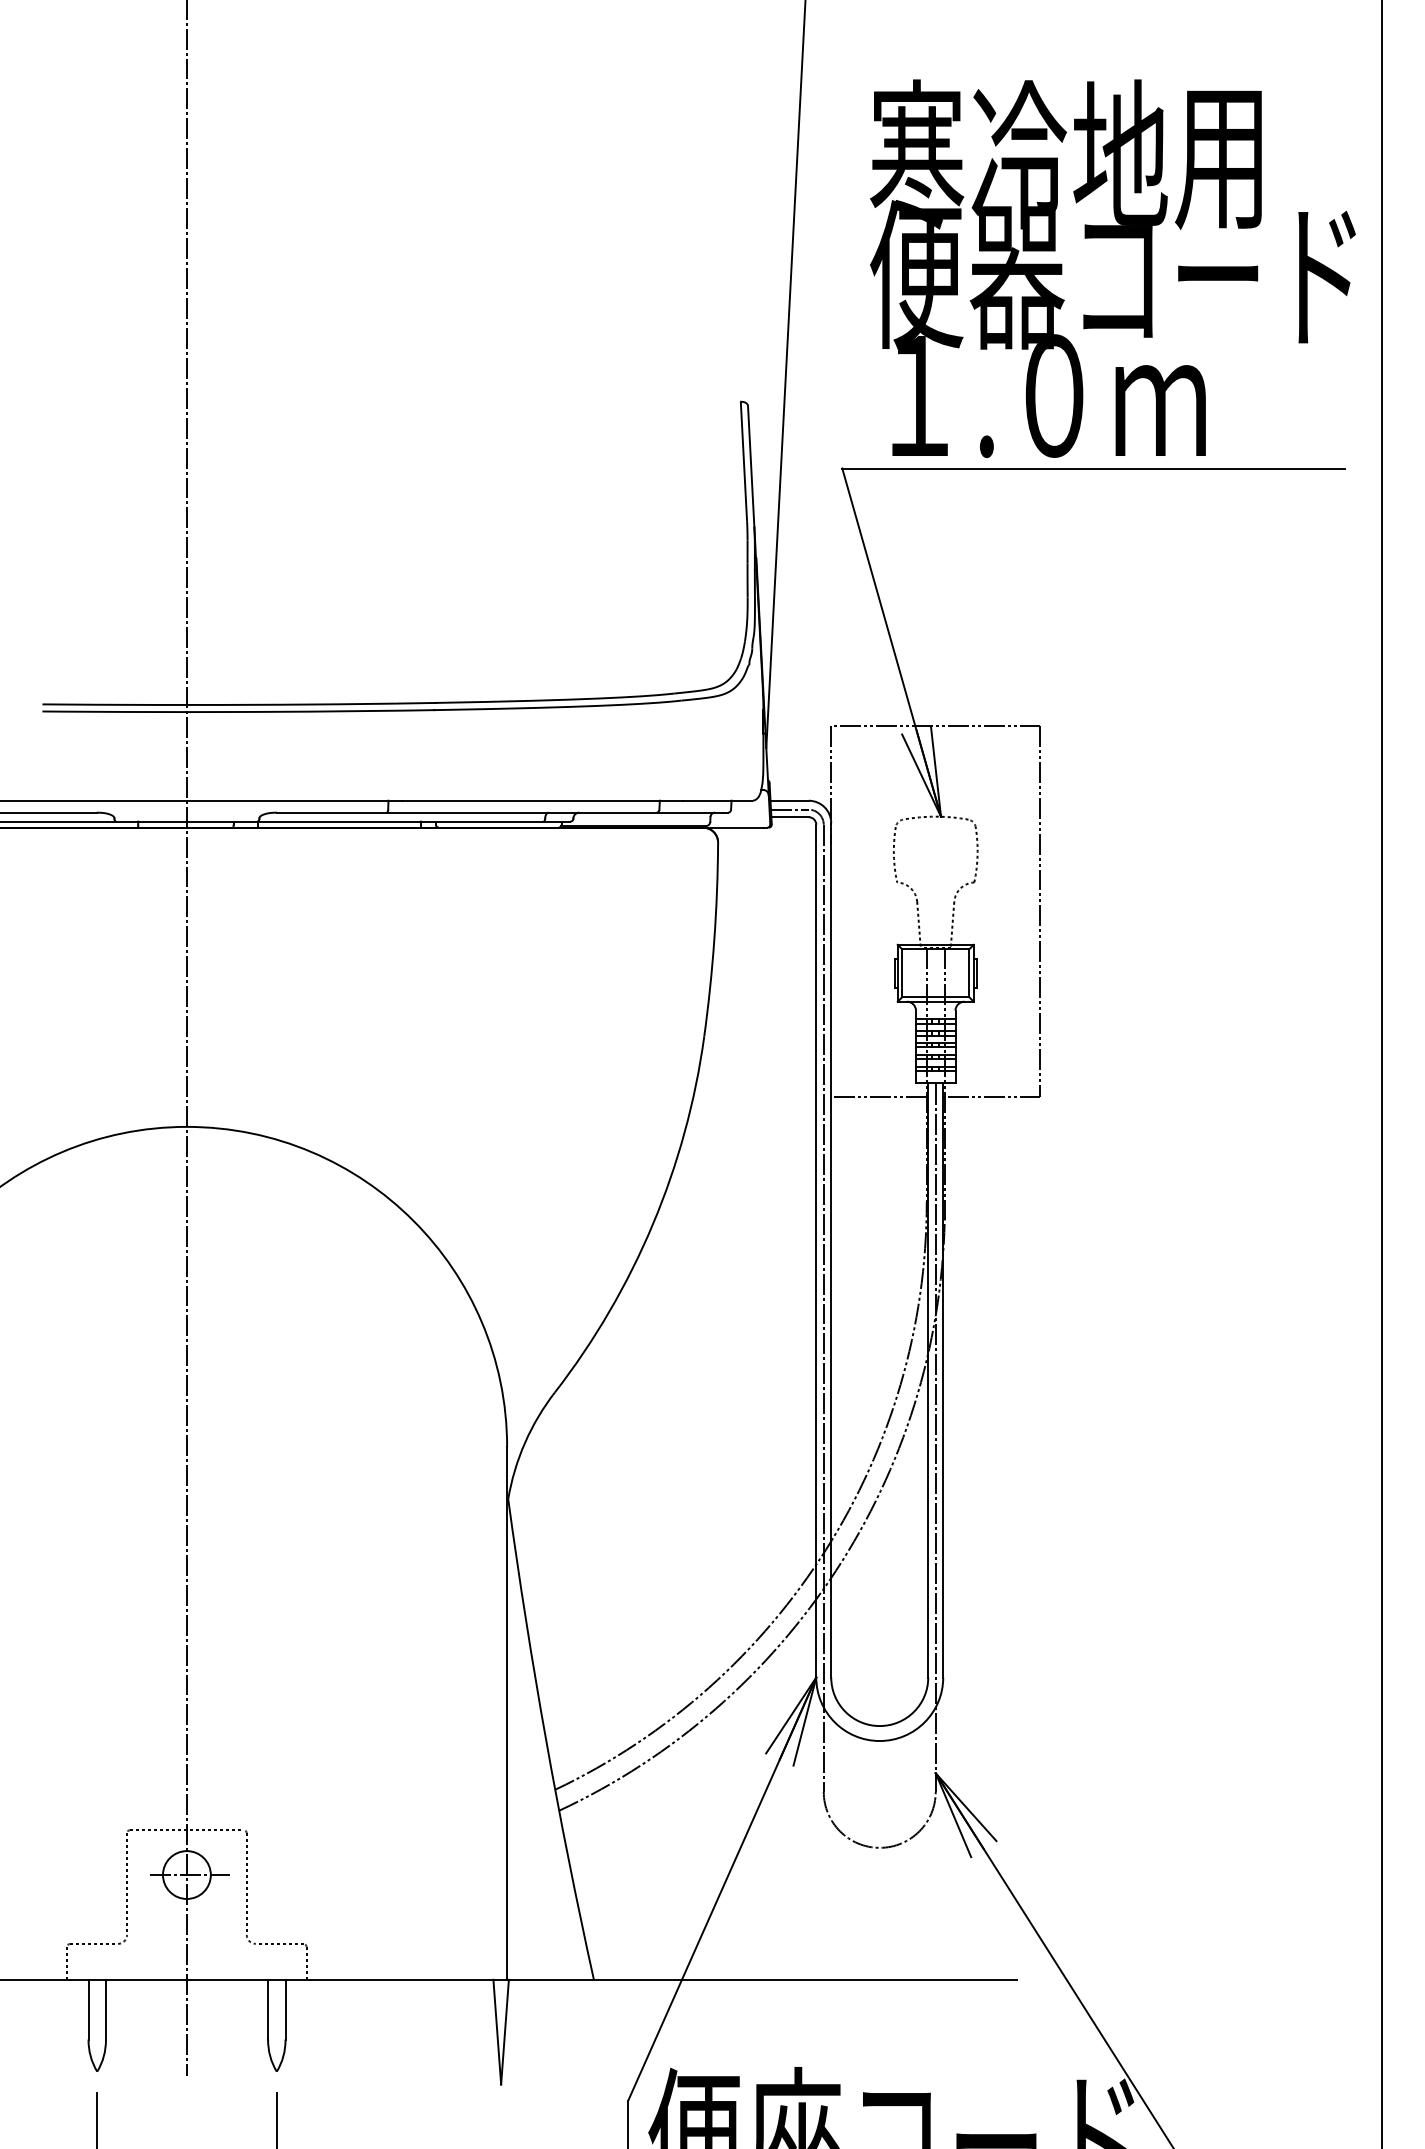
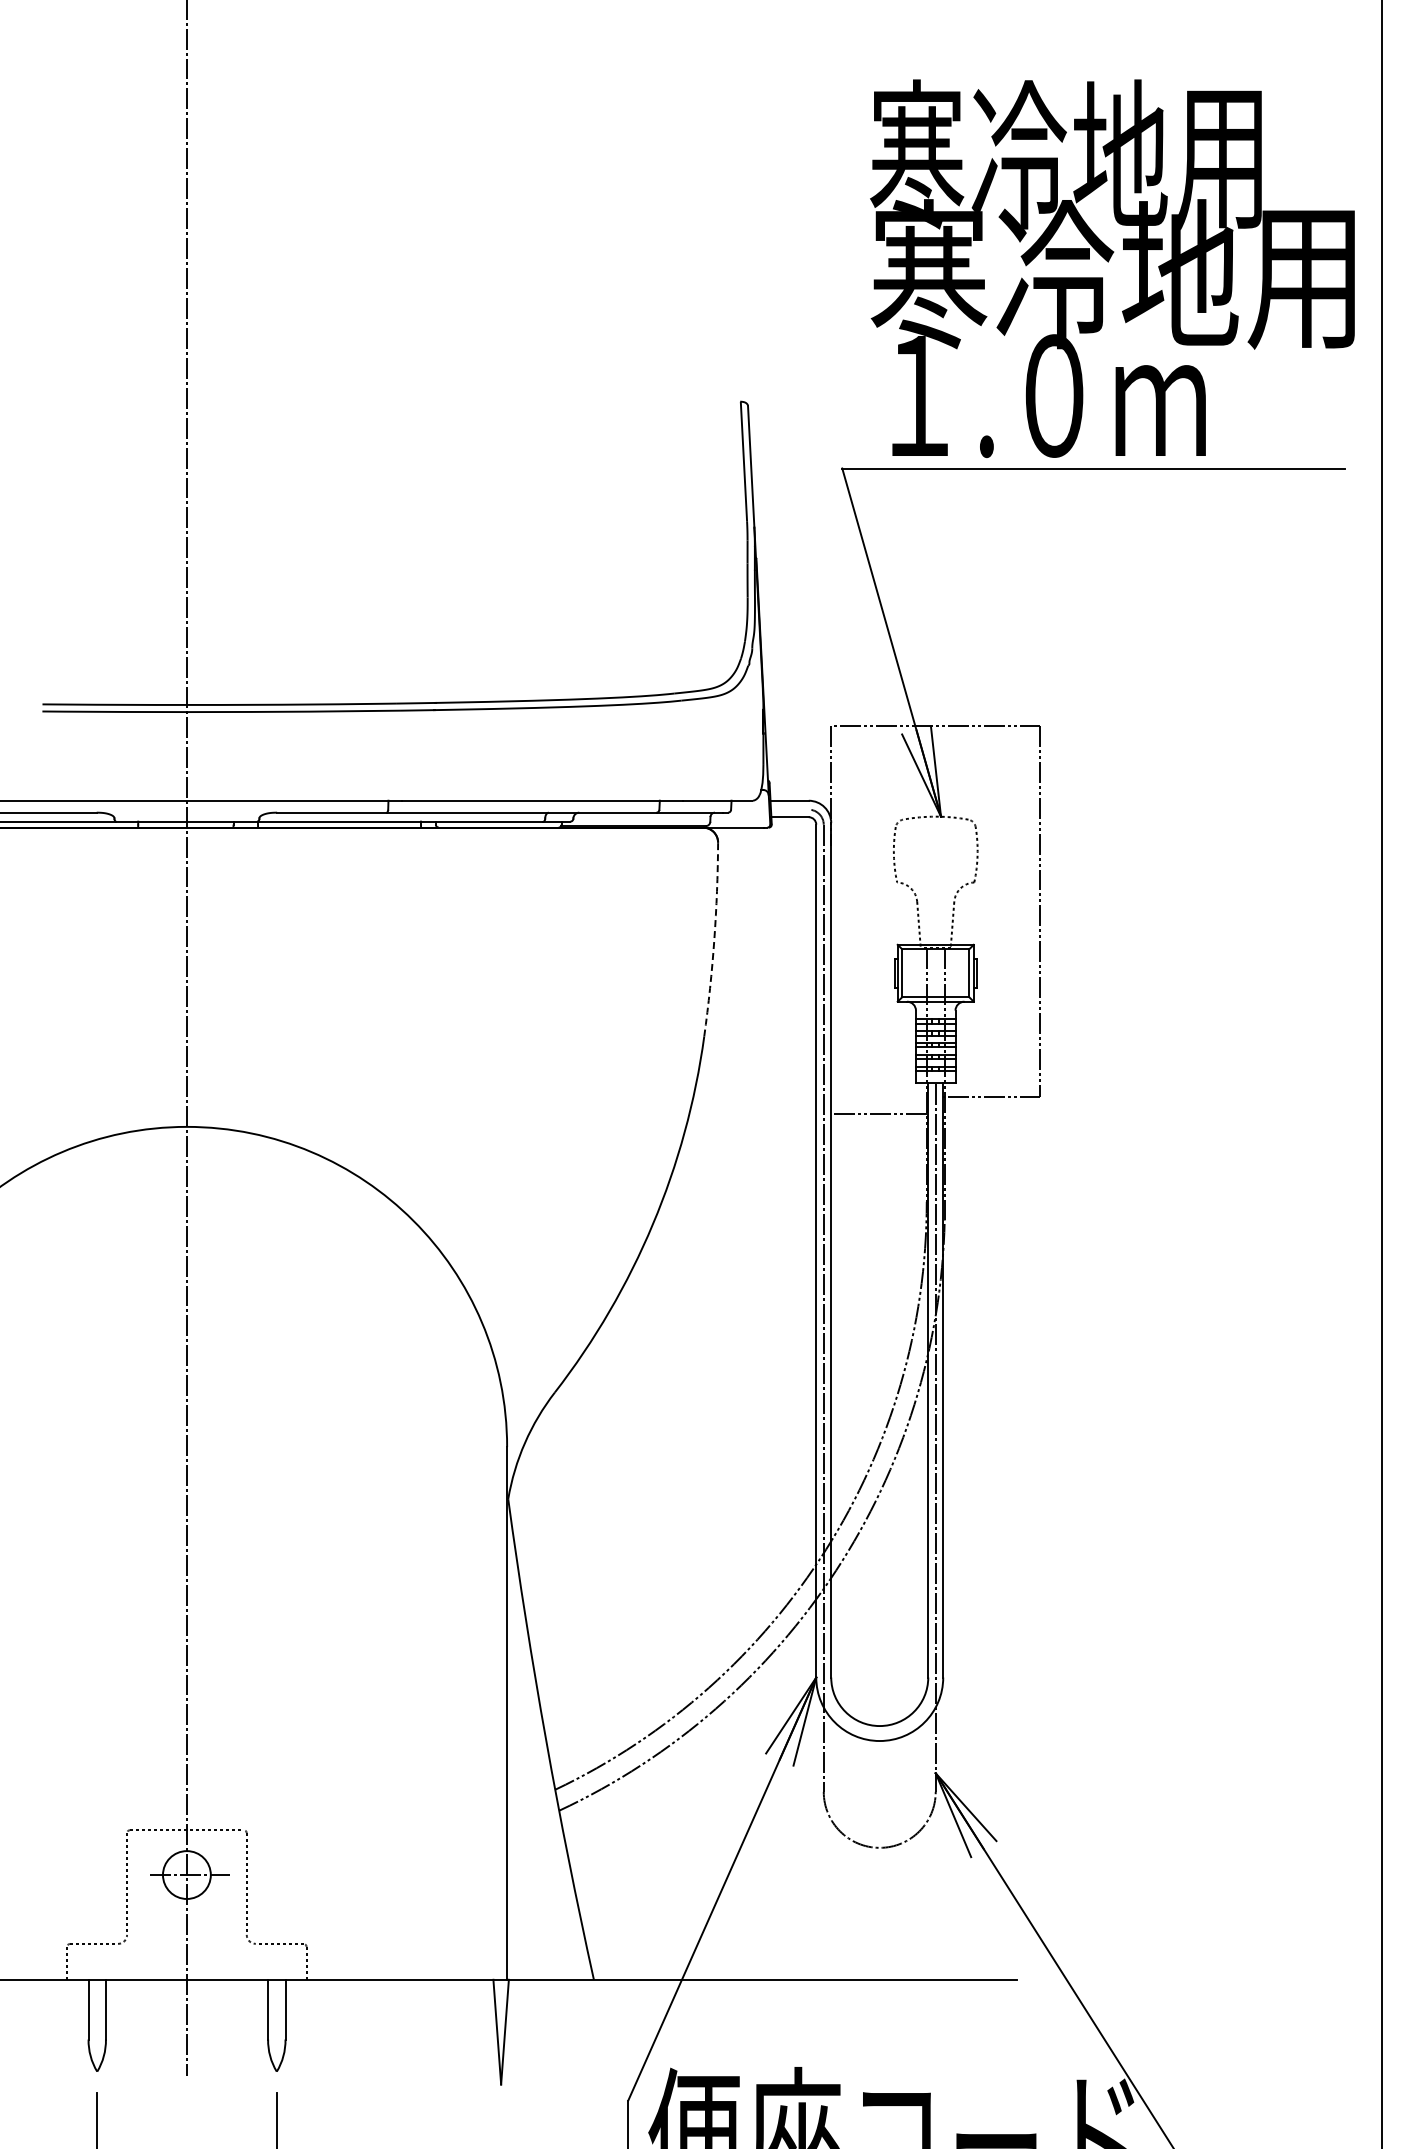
text at (1112, 274): 便器コード -> 寒冷地用
line at (785, 375): present -> none
line at (789, 809): present -> none
arc at (714, 939): solid -> dashed
line at (878, 1096) position: (878, 1096) -> (878, 1113)
